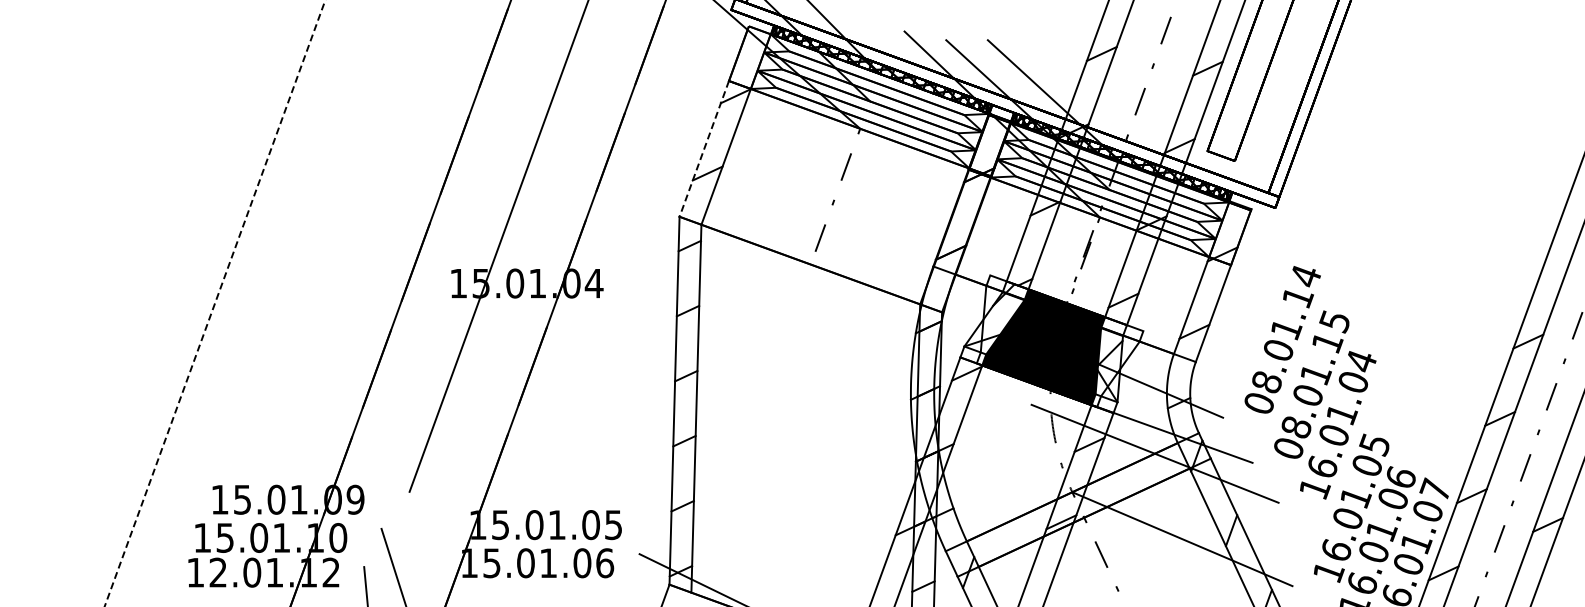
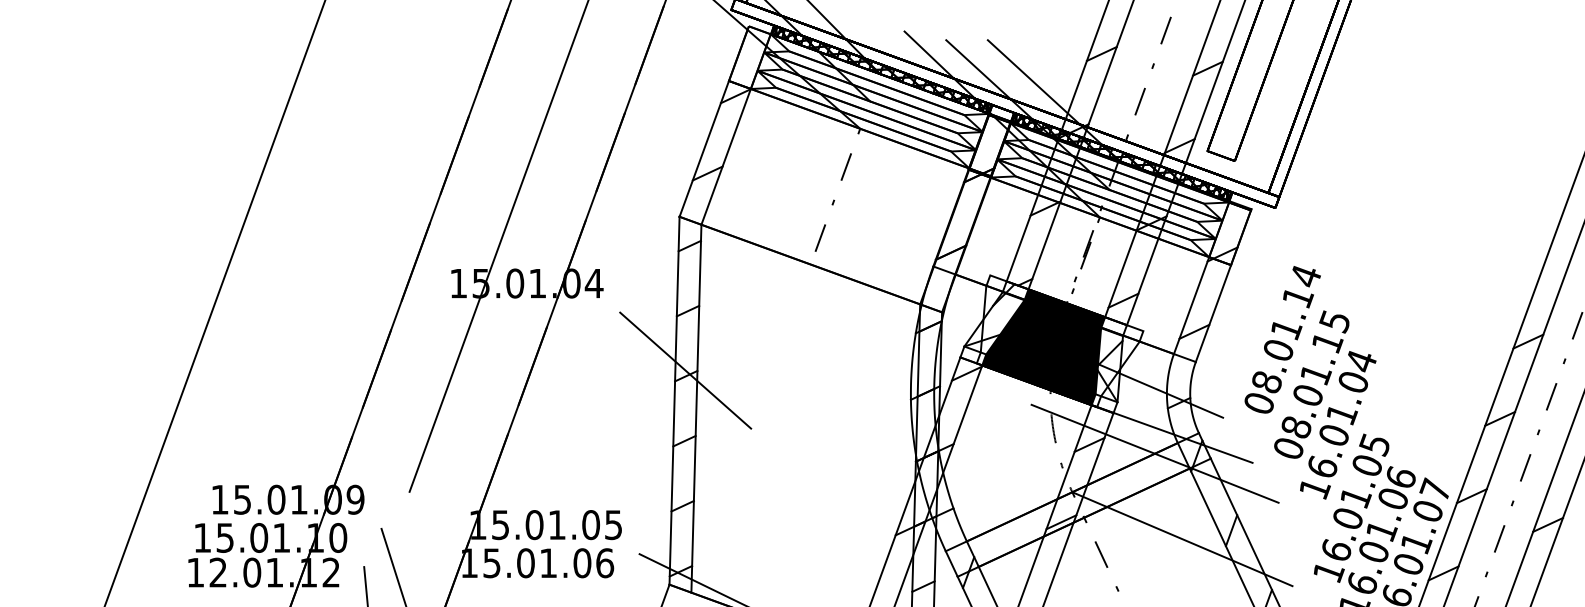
line at (704, 149): dashed -> solid
line at (214, 303): dashed -> solid
line at (685, 370): none -> present
